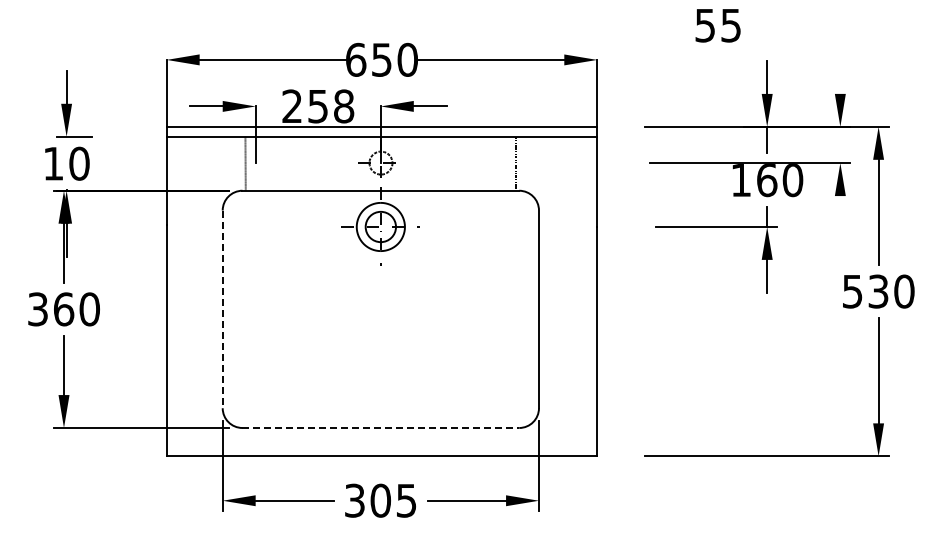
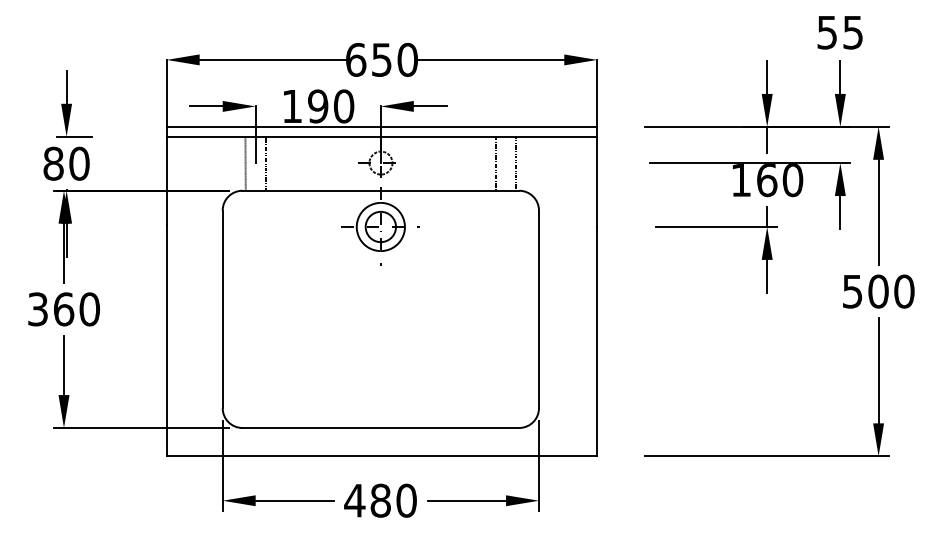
text at (717, 25) position: (717, 25) -> (839, 32)
line at (840, 76): none -> present
text at (318, 106): 258 -> 190
text at (53, 163): 10 -> 80
line at (265, 163): none -> present
line at (496, 163): none -> present
line at (840, 212): none -> present
text at (878, 291): 530 -> 500
line at (222, 309): dashed -> solid
line at (381, 428): dashed -> solid
text at (380, 500): 305 -> 480
